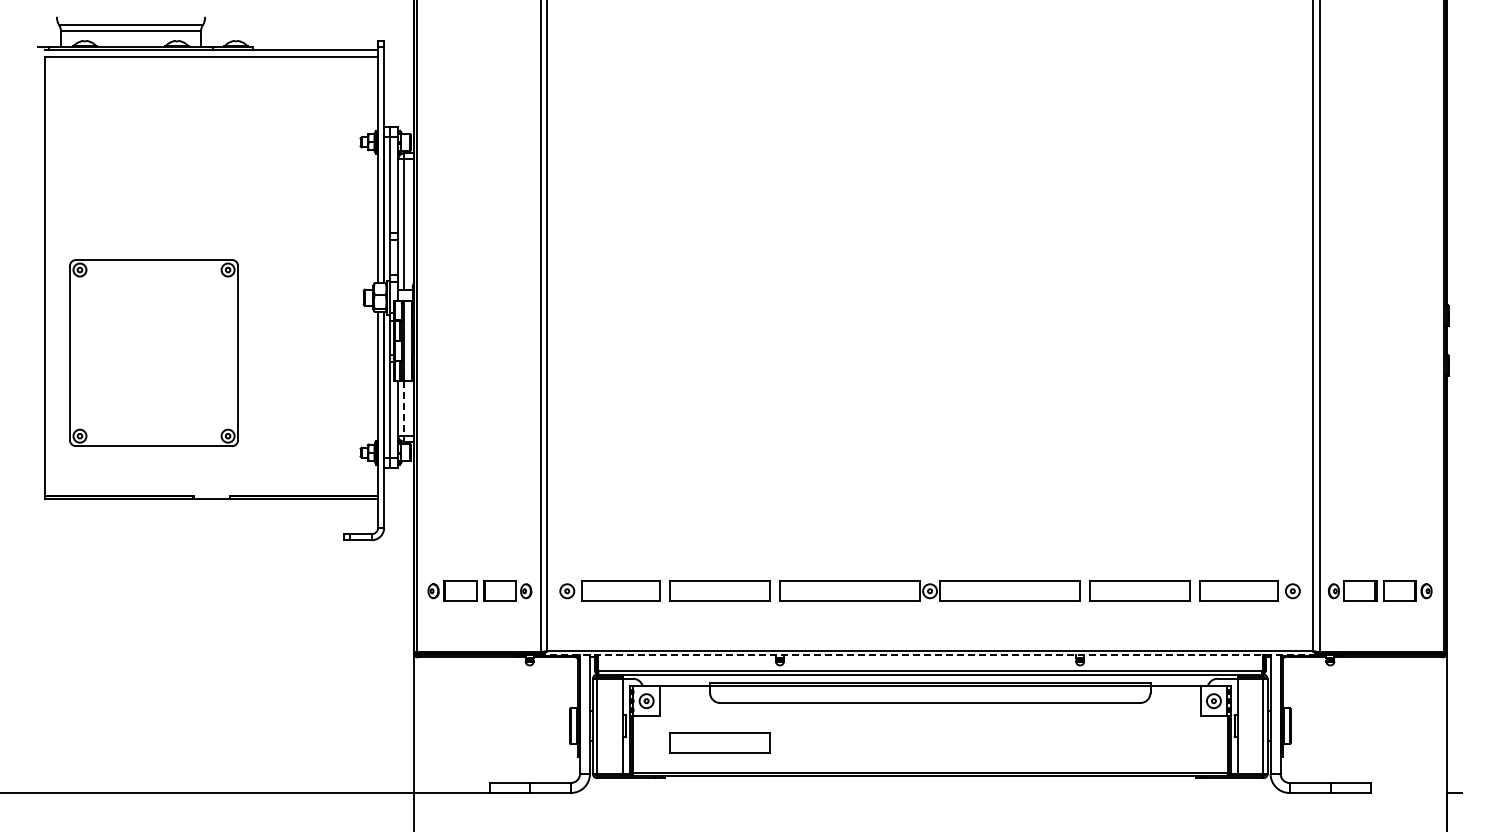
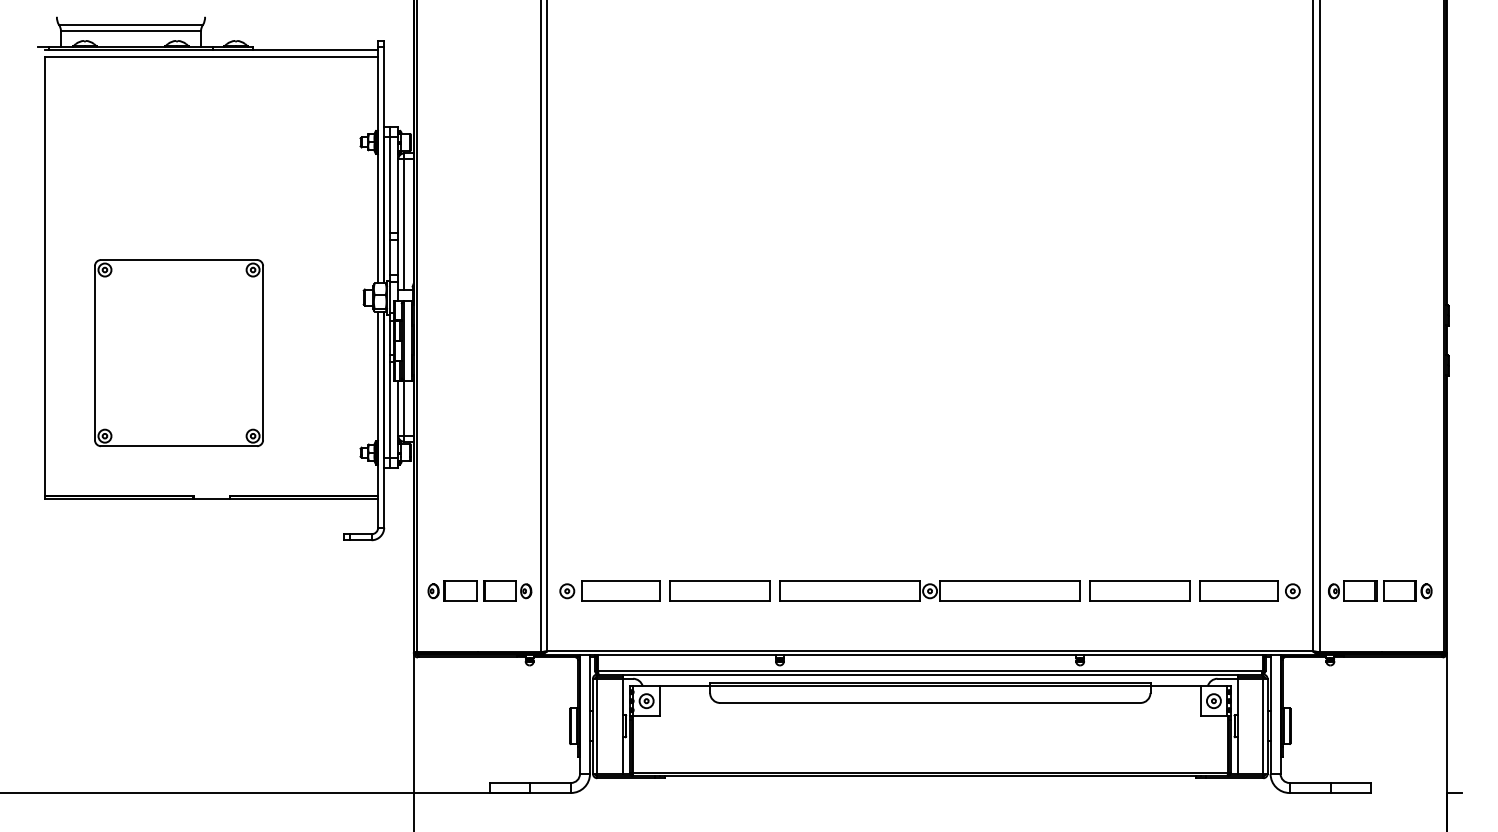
part at (153, 352) position: (153, 352) -> (178, 352)
line at (404, 408): dashed -> solid
line at (930, 655): dashed -> solid
part at (719, 742): present -> none
